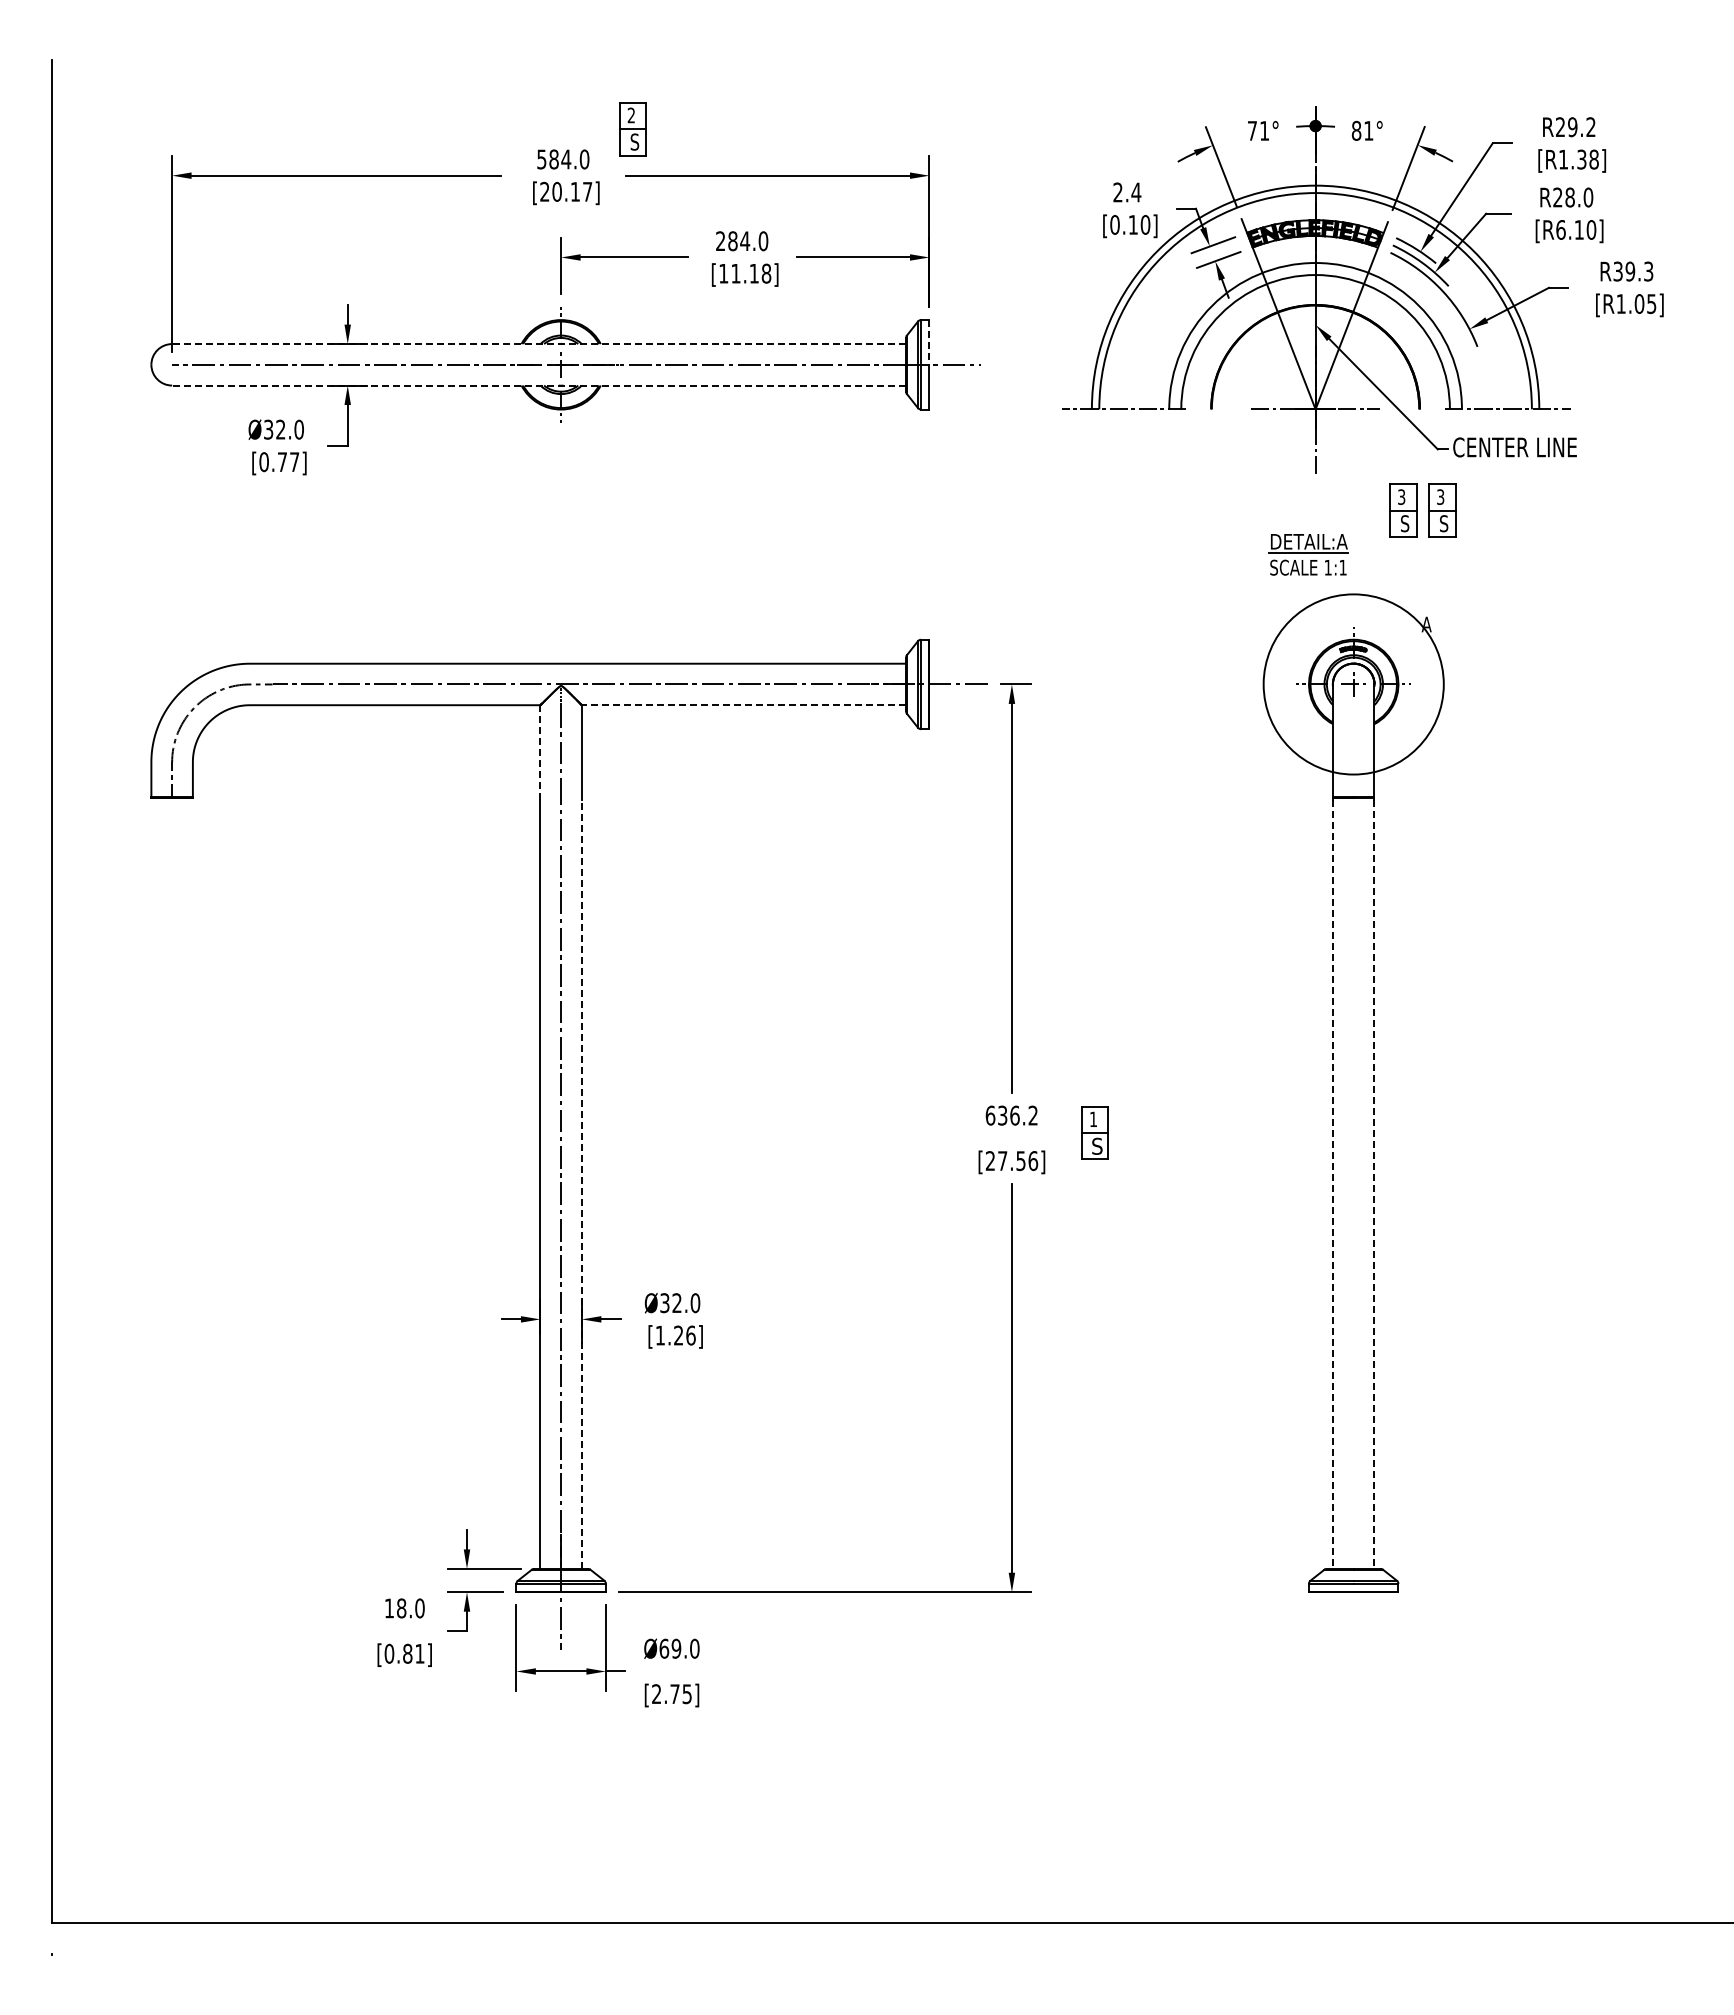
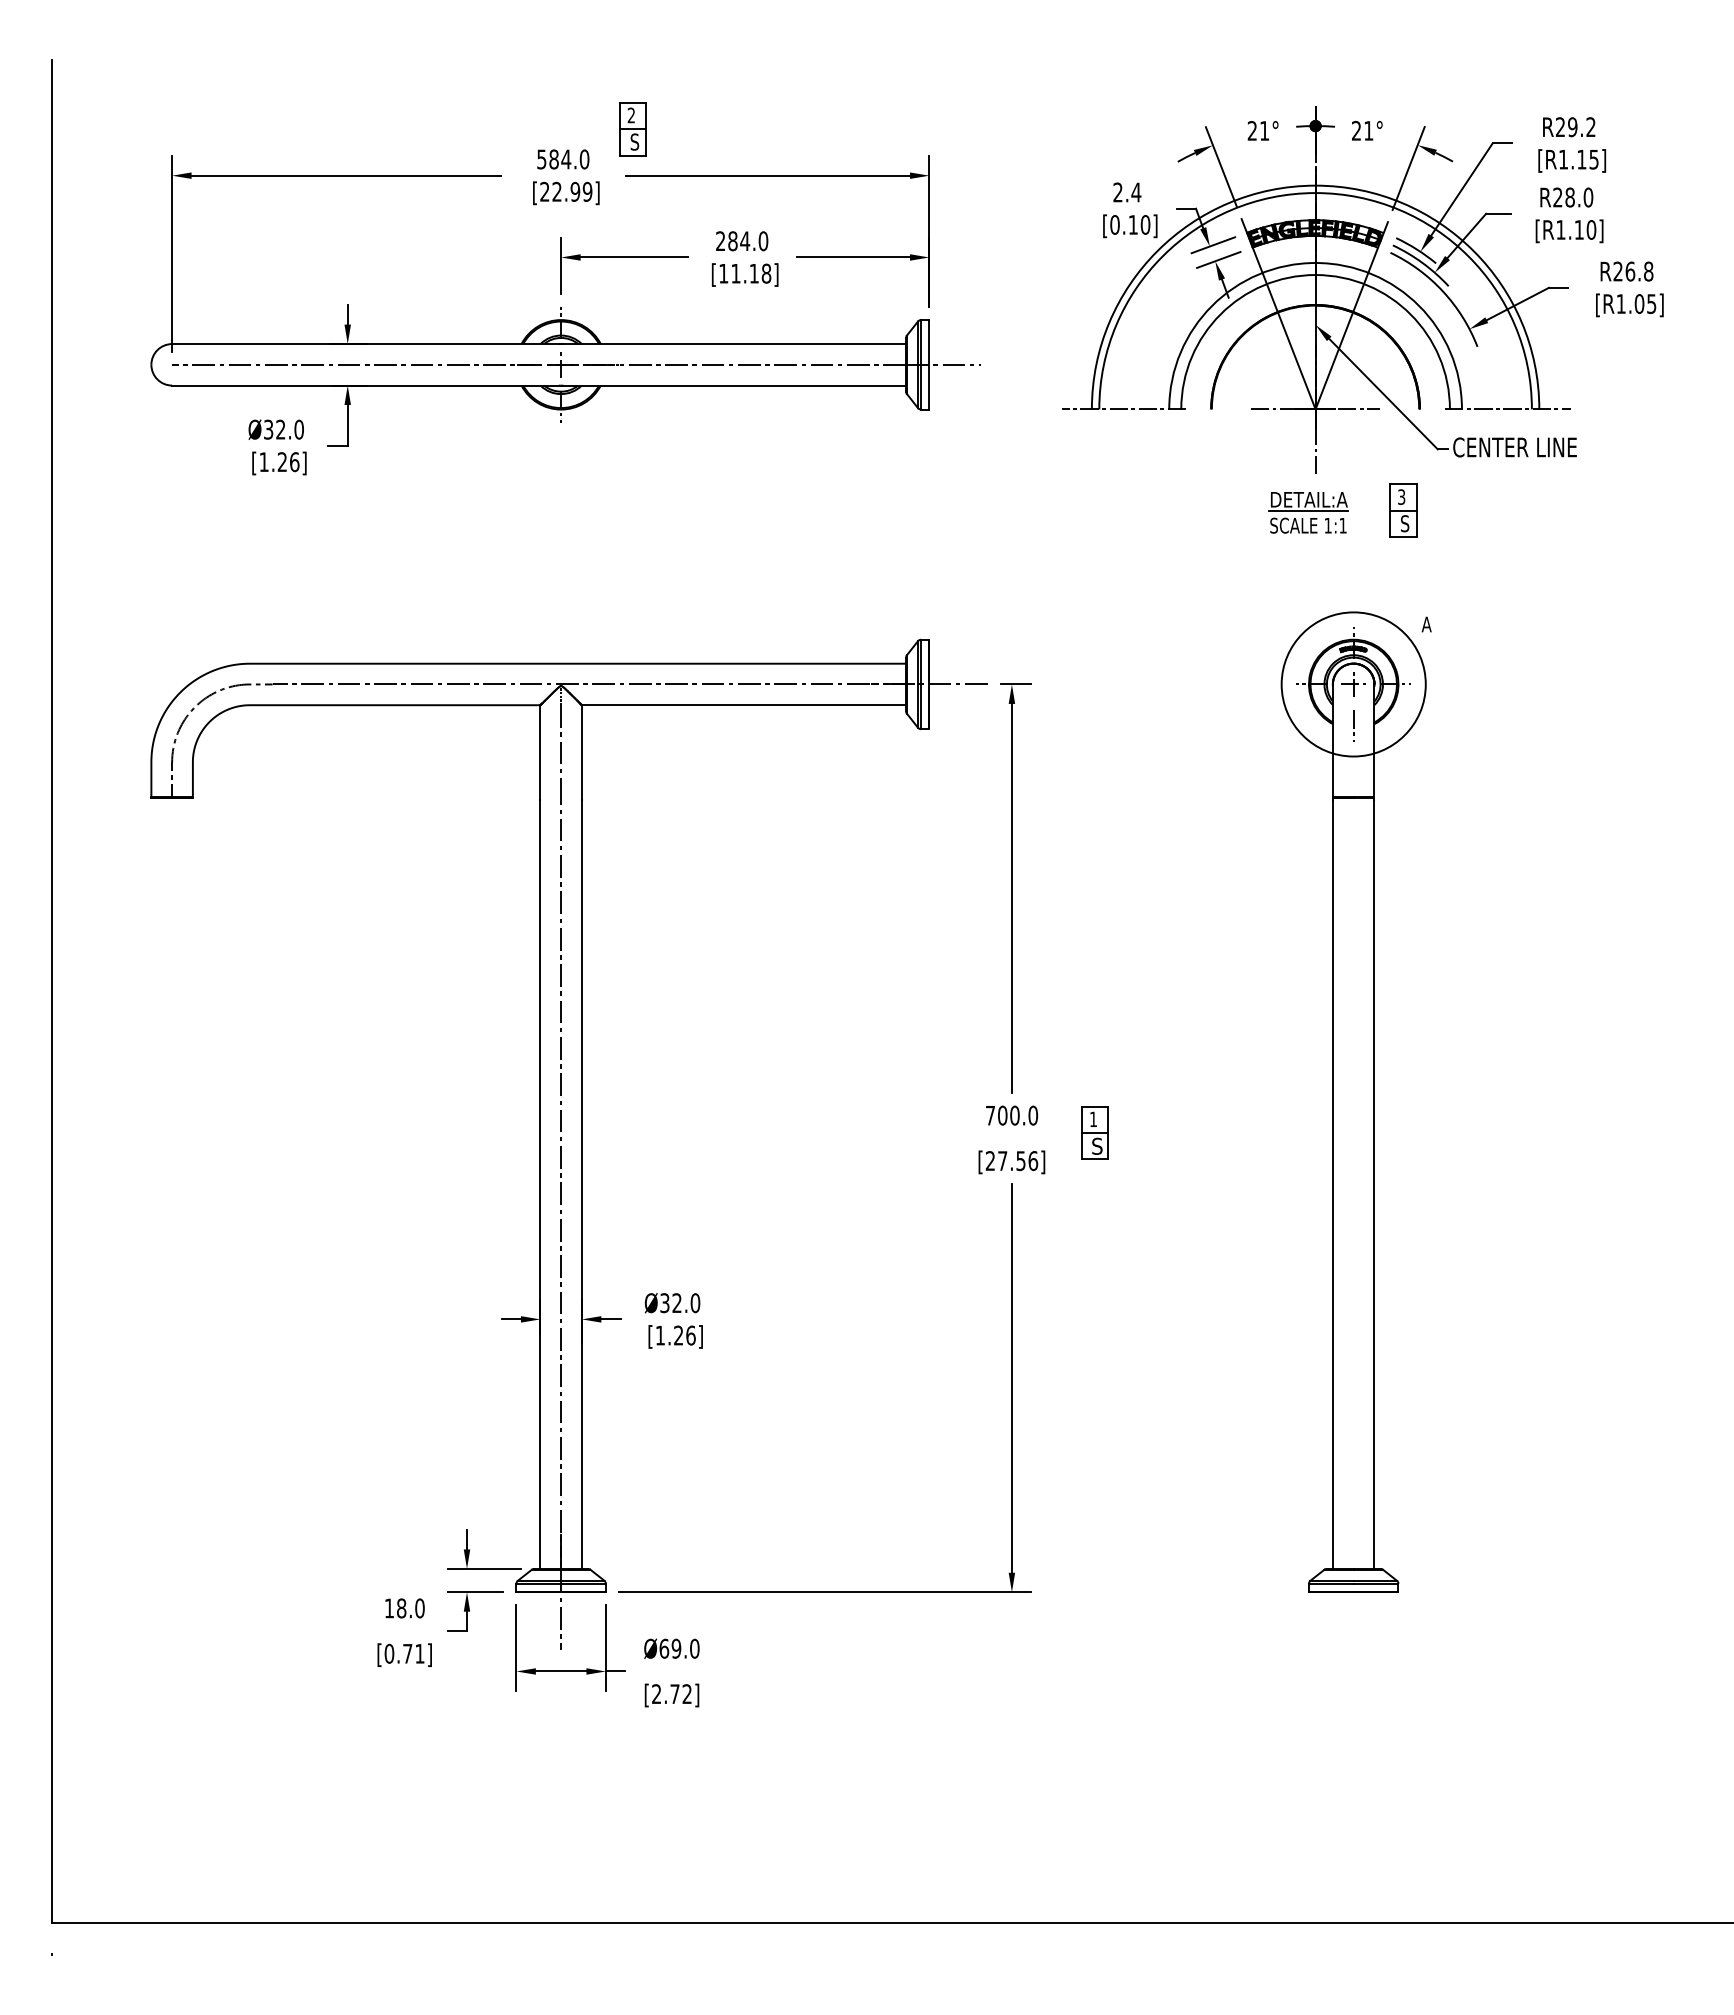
text at (1251, 130): 71° -> 21°
text at (1356, 130): 81° -> 21°
text at (1587, 159): [R1.38] -> [R1.15]
text at (572, 191): [20.17] -> [22.99]
text at (1560, 229): [R6.10] -> [R1.10]
text at (1633, 271): R39.3 -> R26.8
line at (929, 342): dashed -> solid
line at (539, 344): dashed -> solid
line at (539, 385): dashed -> solid
text at (279, 462): [0.77] -> [1.26]
part at (1442, 510): present -> none
part at (1308, 554) position: (1308, 554) -> (1308, 512)
circle at (1353, 684) diameter: 180 px -> 144 px
line at (743, 705): dashed -> solid
line at (1353, 726): none -> present
line at (540, 752): dashed -> solid
text at (1011, 1115): 636.2 -> 700.0
line at (581, 1184): dashed -> solid
line at (1332, 1184): dashed -> solid
line at (1374, 1184): dashed -> solid
text at (407, 1653): [0.81] -> [0.71]
text at (686, 1694): [2.75] -> [2.72]
